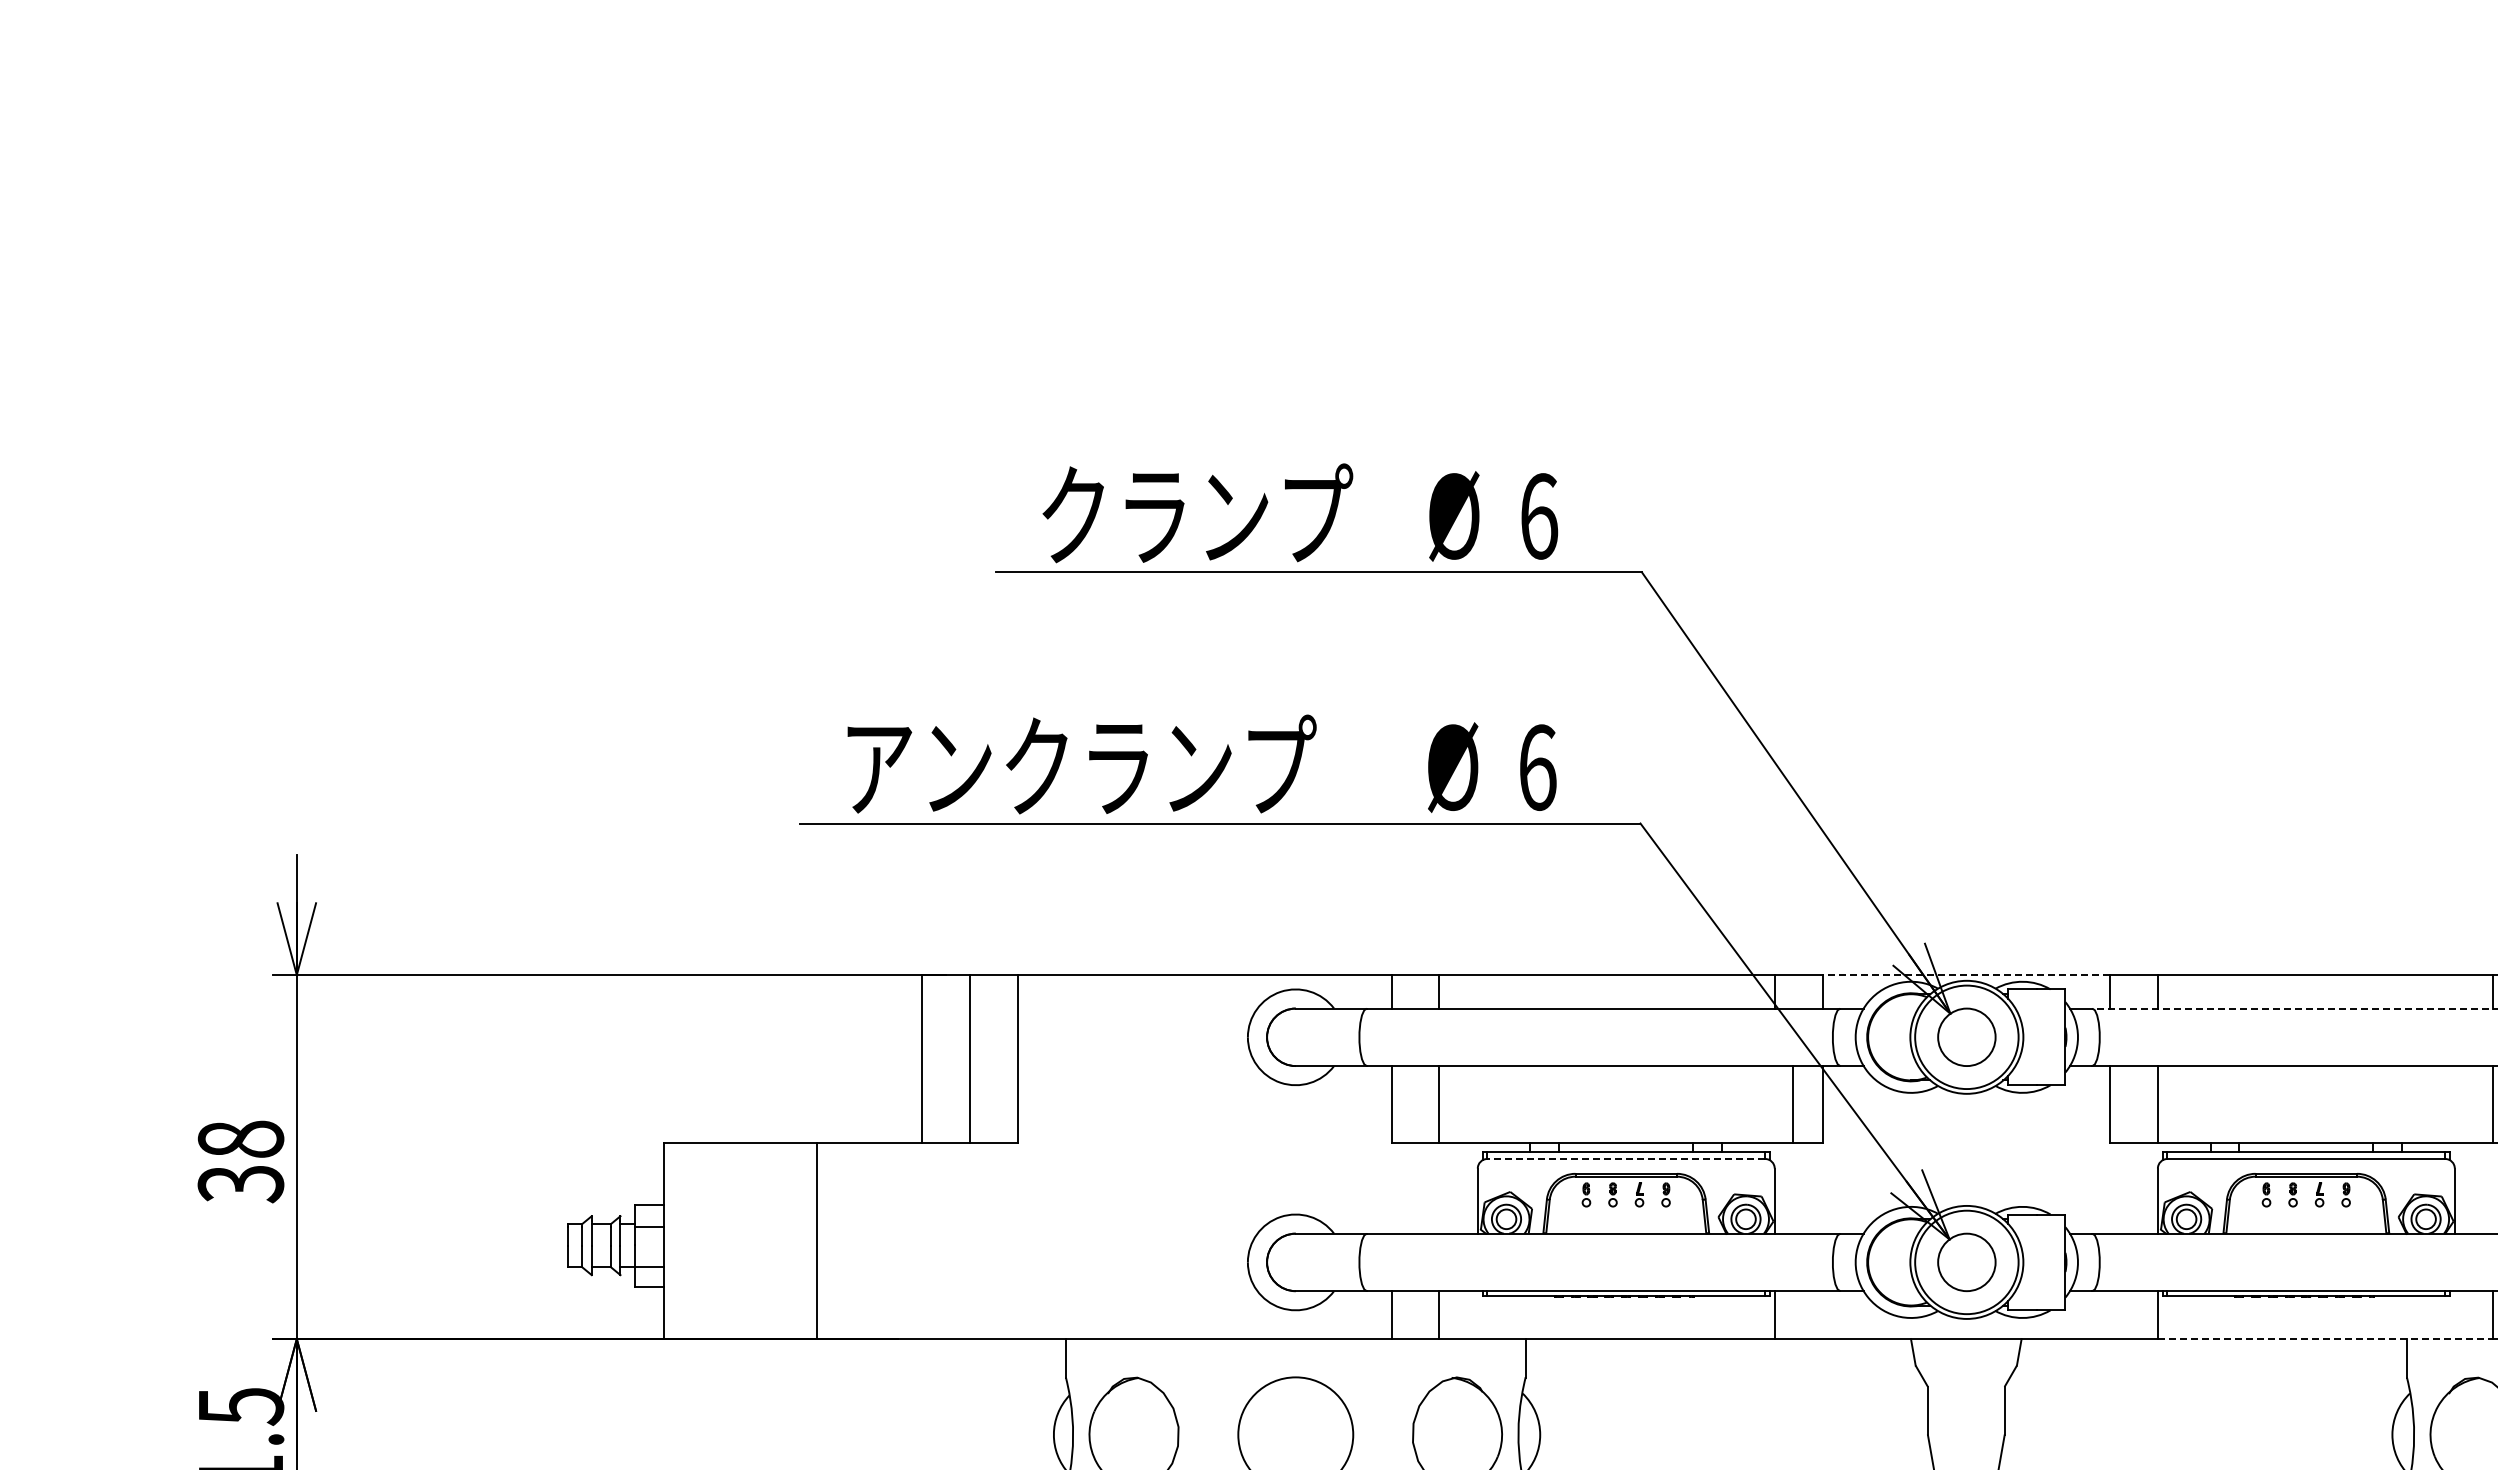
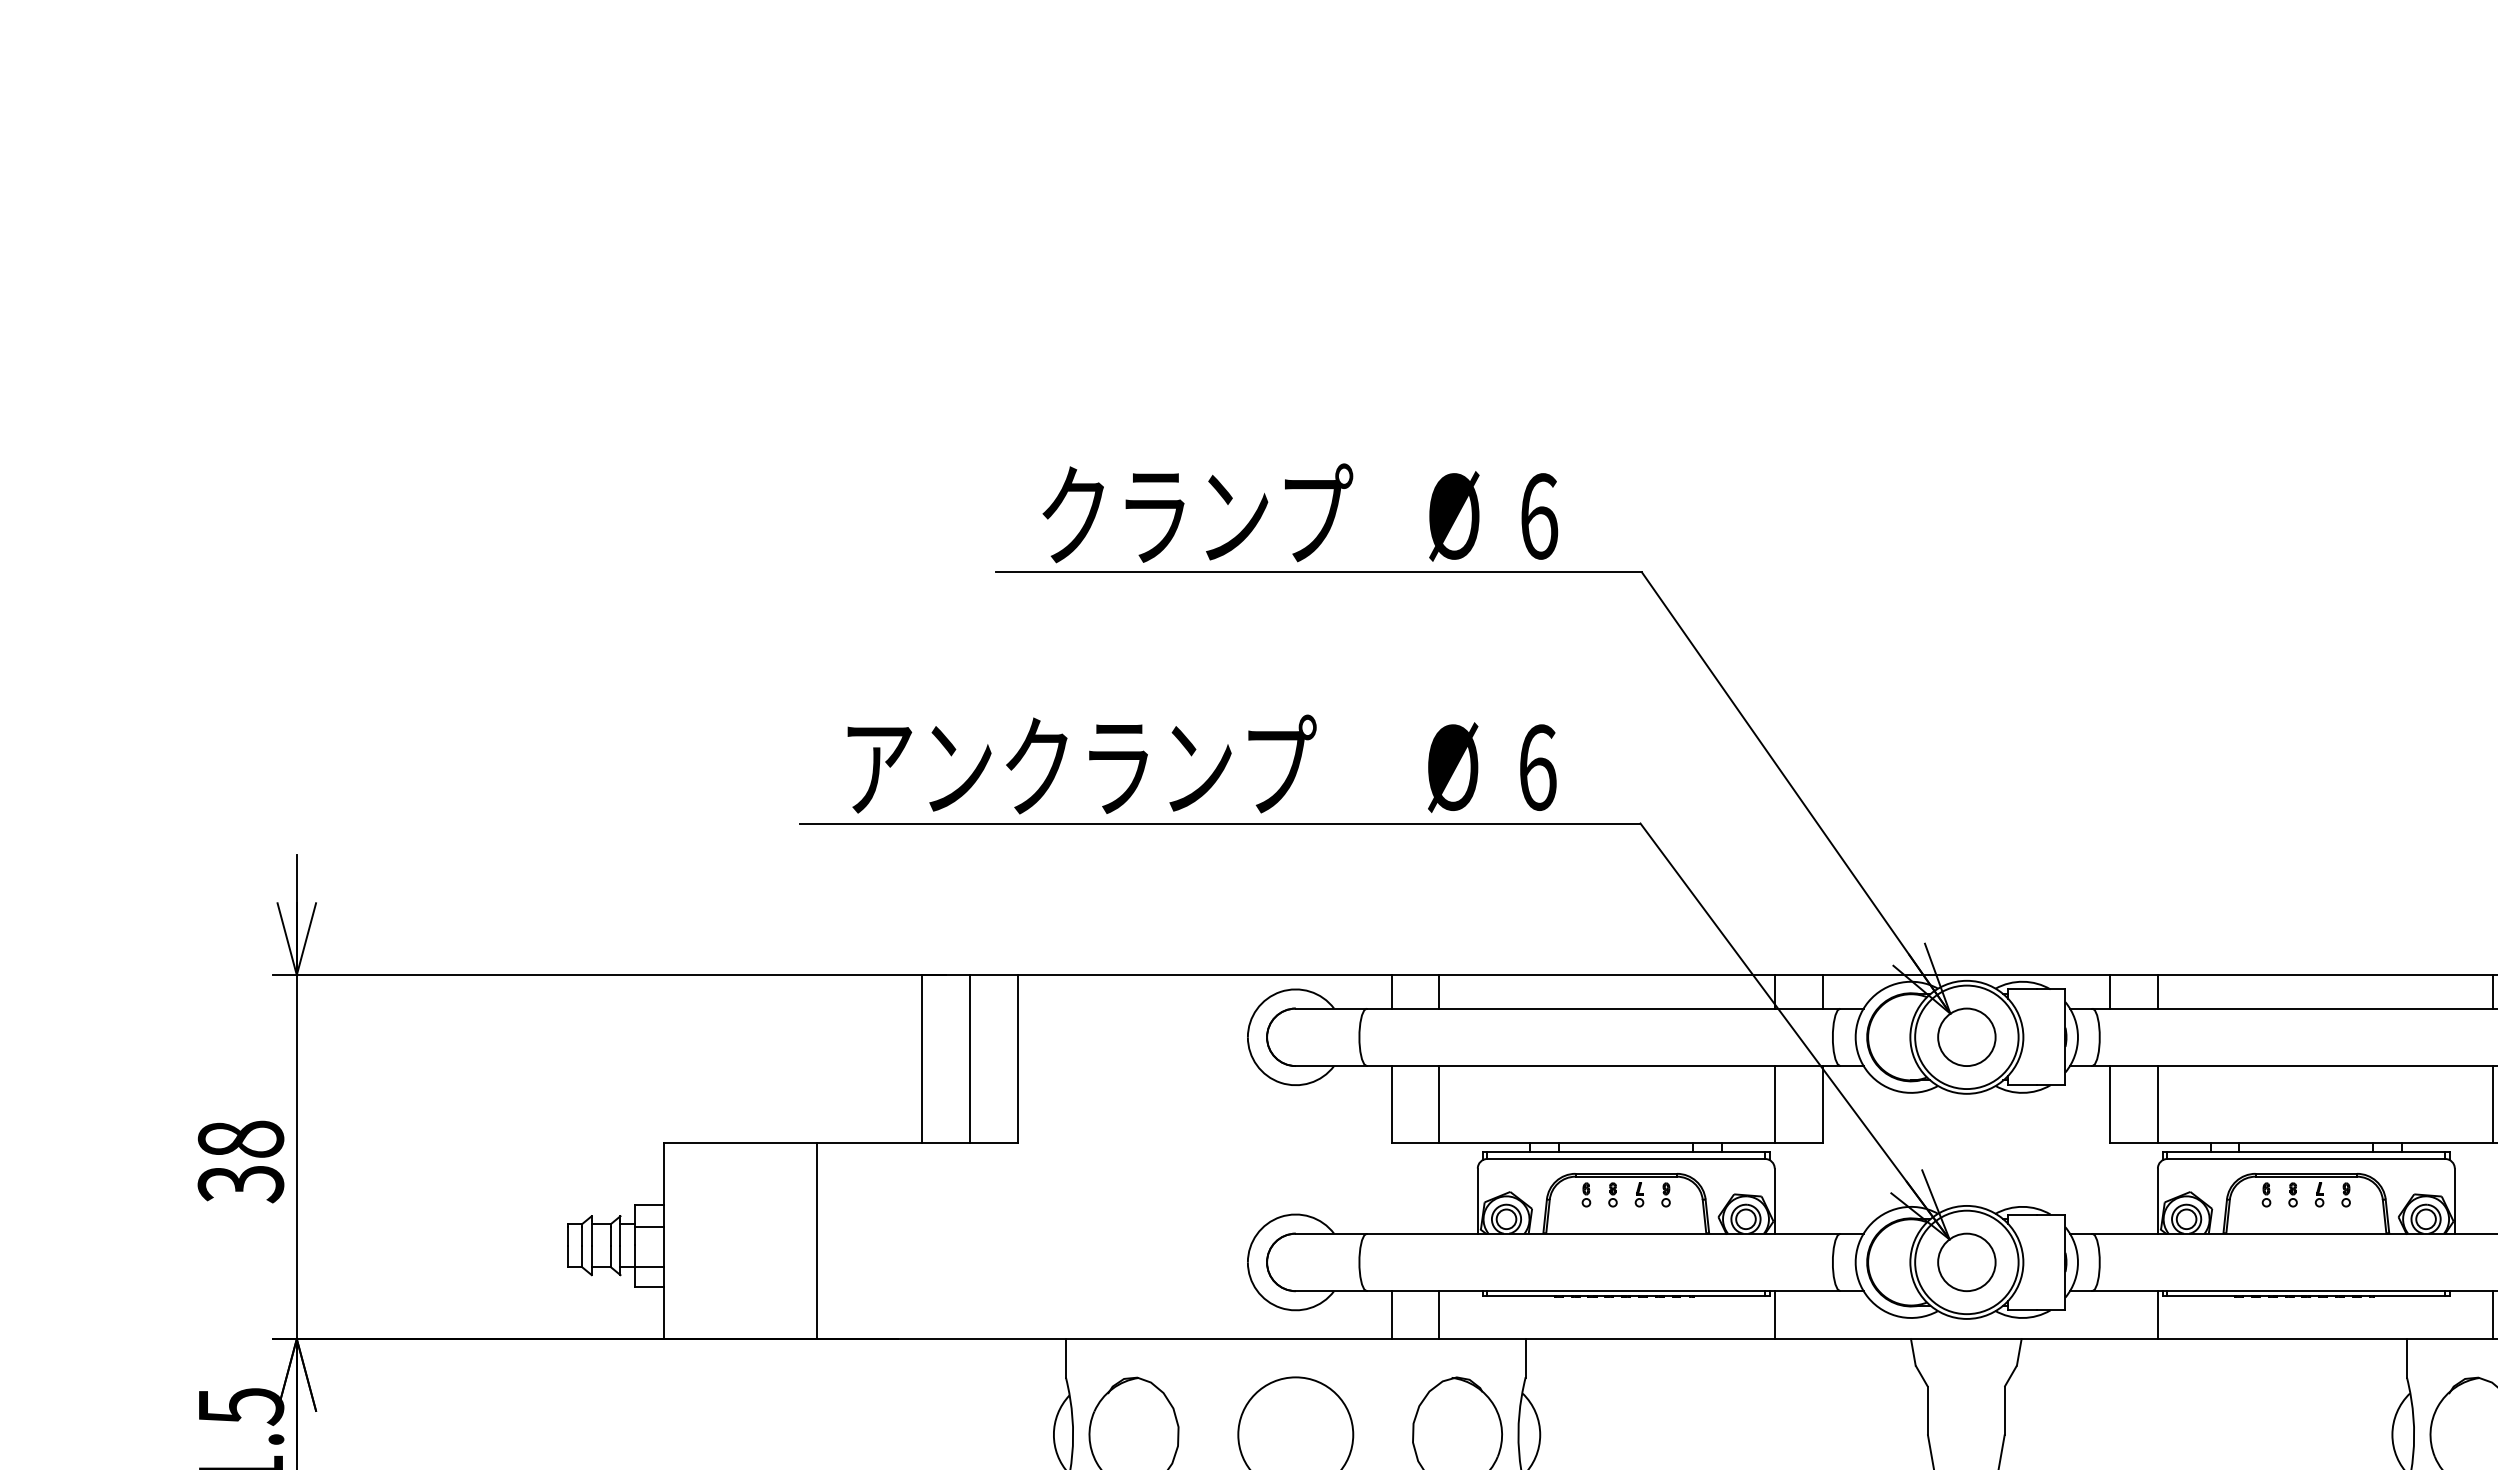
line at (1966, 975): dashed -> solid
line at (2295, 1008): dashed -> solid
line at (1792, 1104) position: (1792, 1104) -> (1774, 1104)
line at (1626, 1158): dashed -> solid
line at (2325, 1339): dashed -> solid
